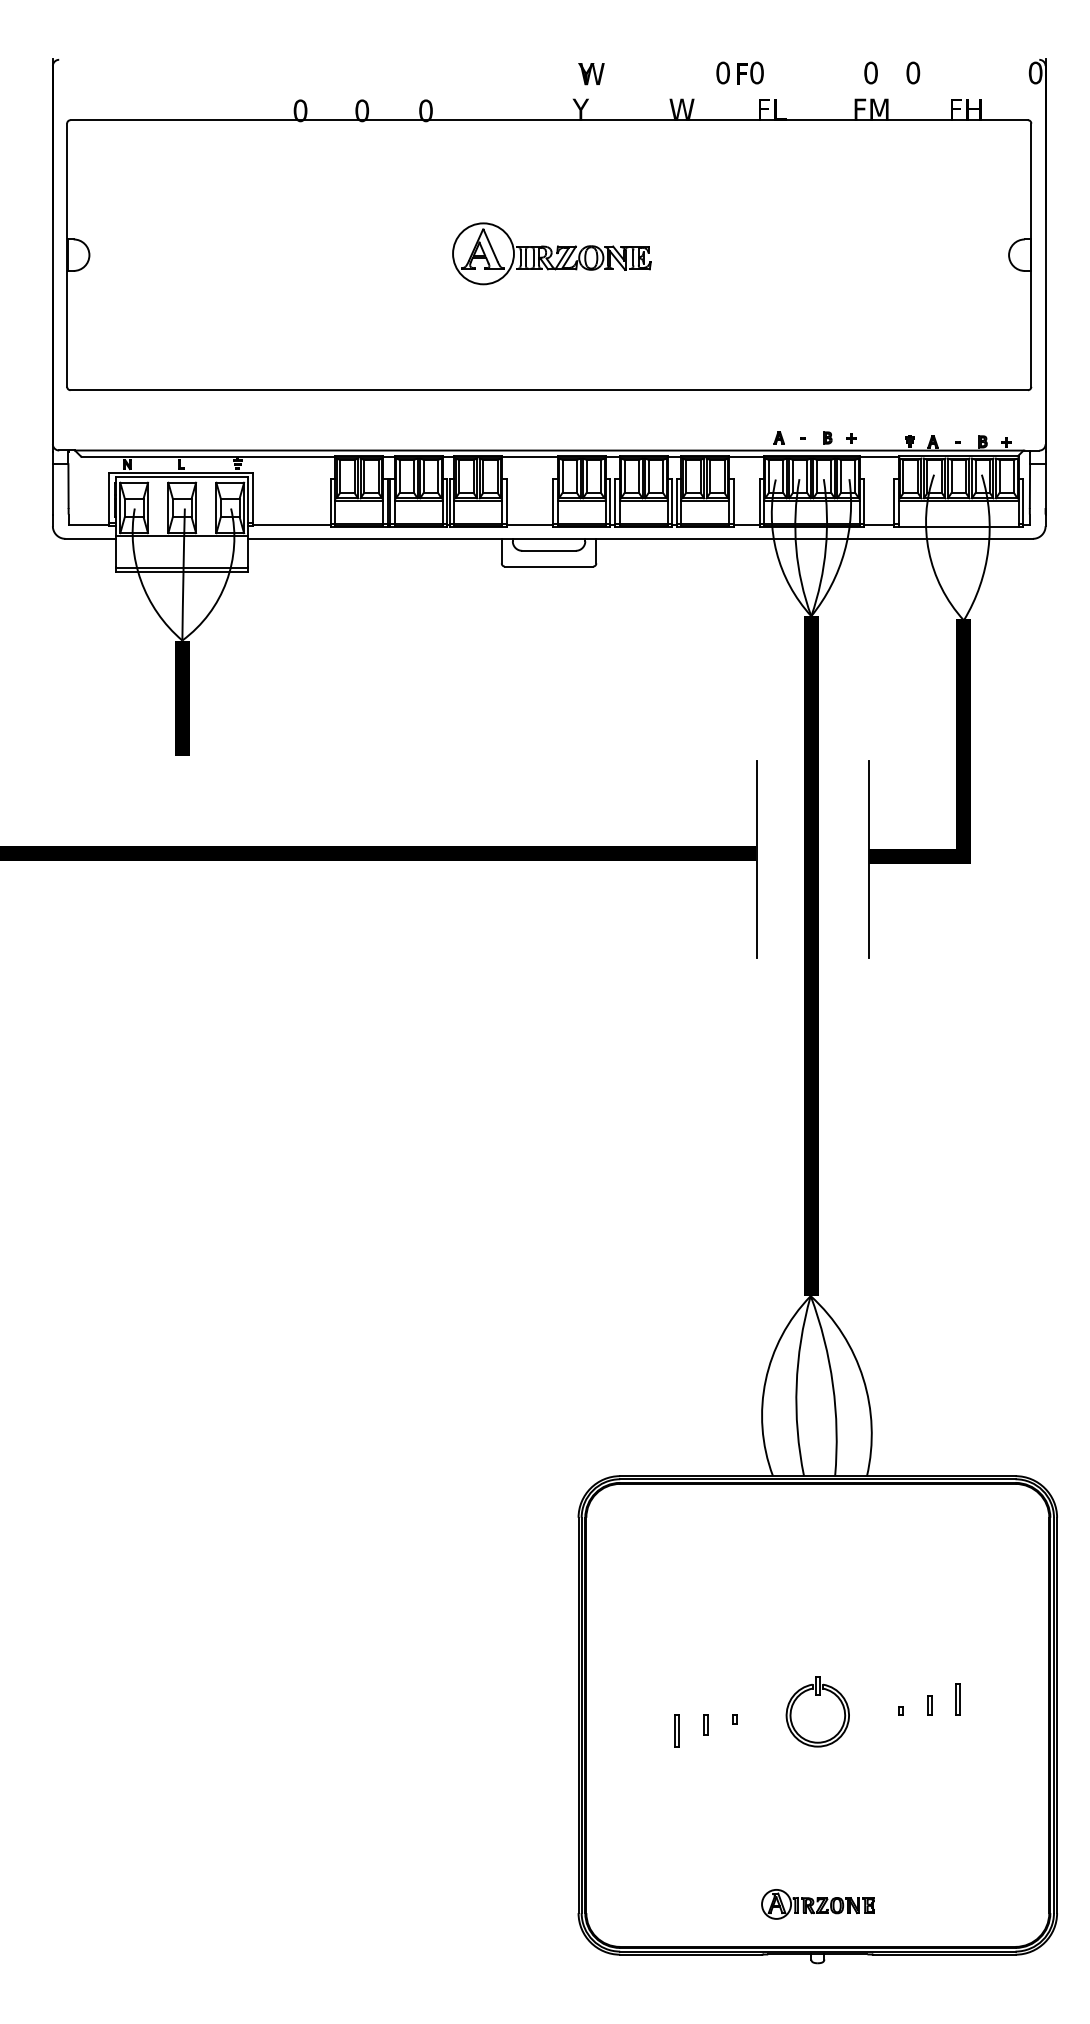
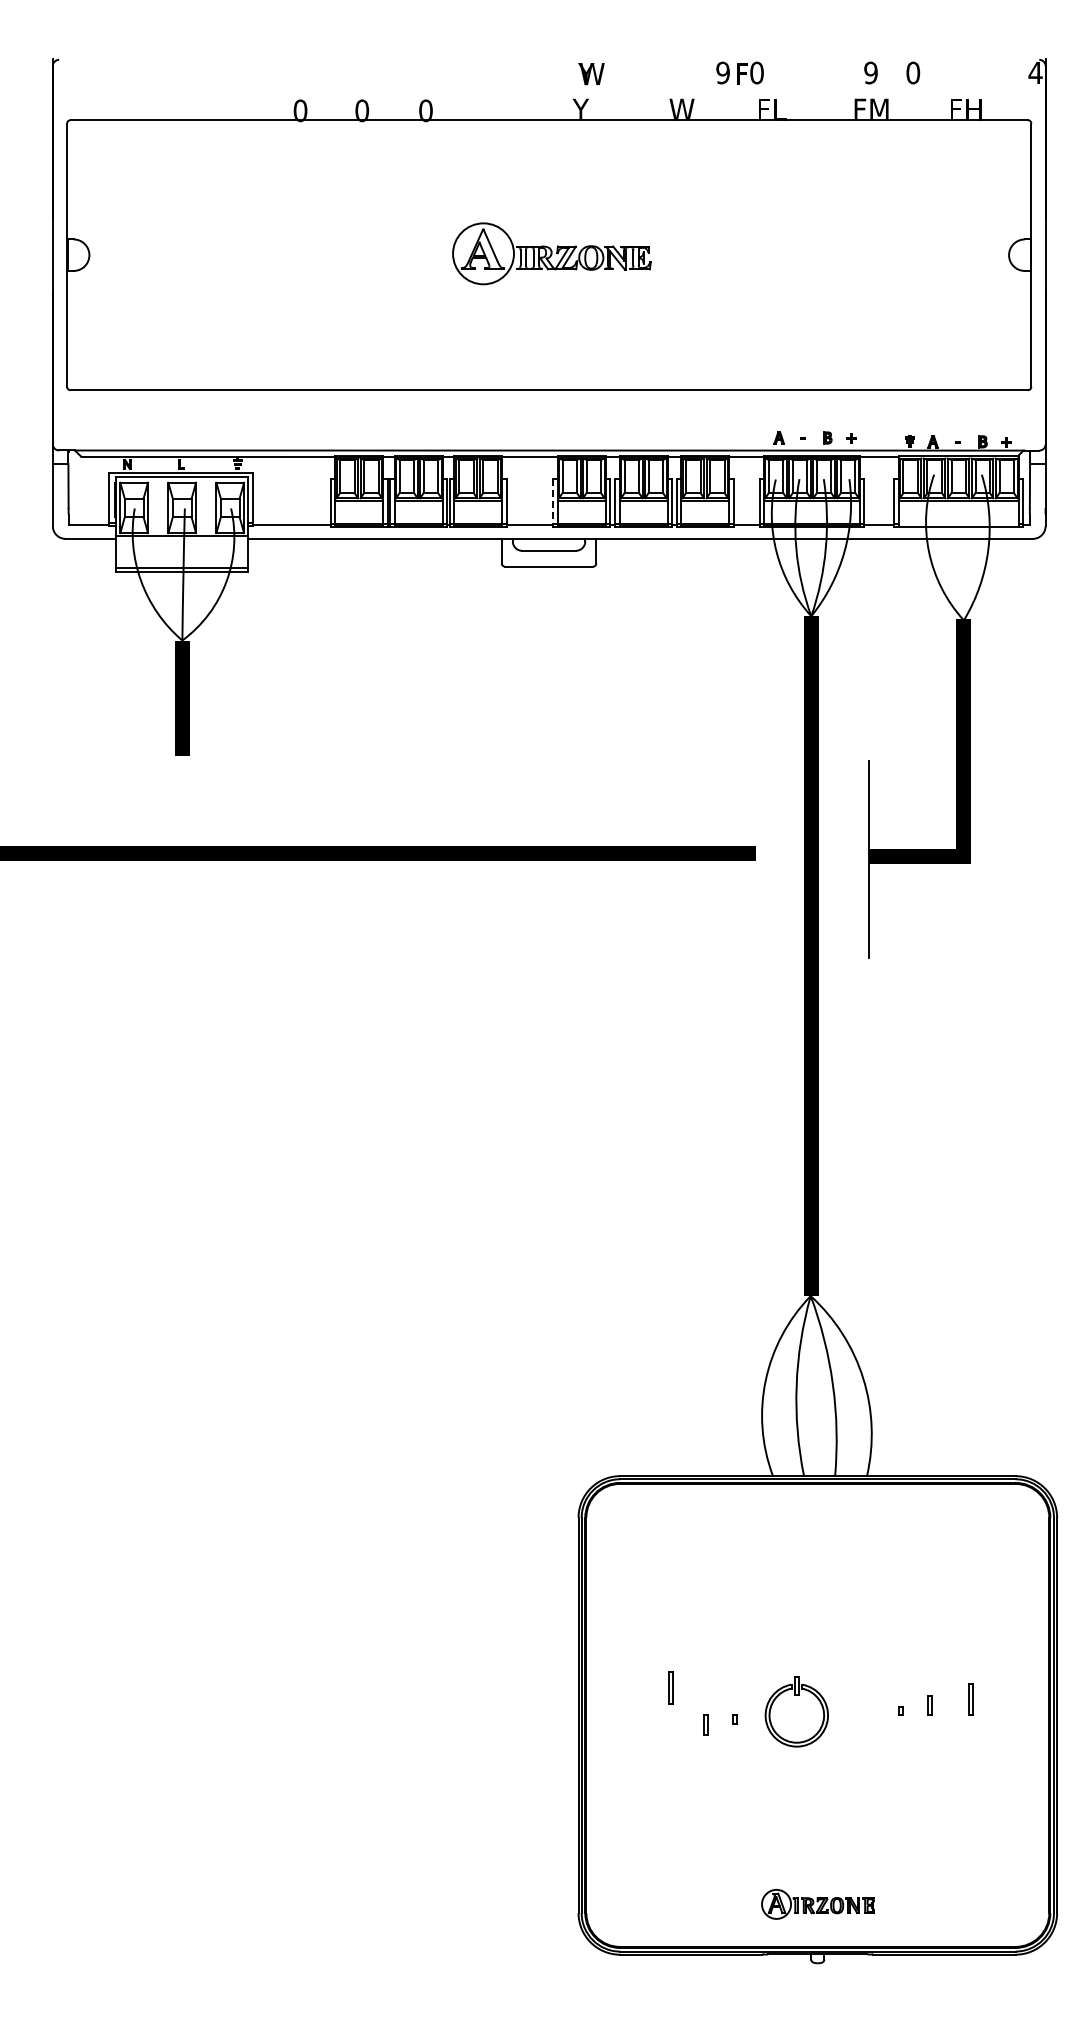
text at (722, 72): 0 -> 9
text at (870, 72): 0 -> 9
text at (1035, 72): 0 -> 4
line at (553, 501): solid -> dashed
line at (756, 859): present -> none
part at (817, 1695) position: (817, 1695) -> (796, 1695)
part at (957, 1699) position: (957, 1699) -> (970, 1699)
part at (676, 1730) position: (676, 1730) -> (670, 1687)
